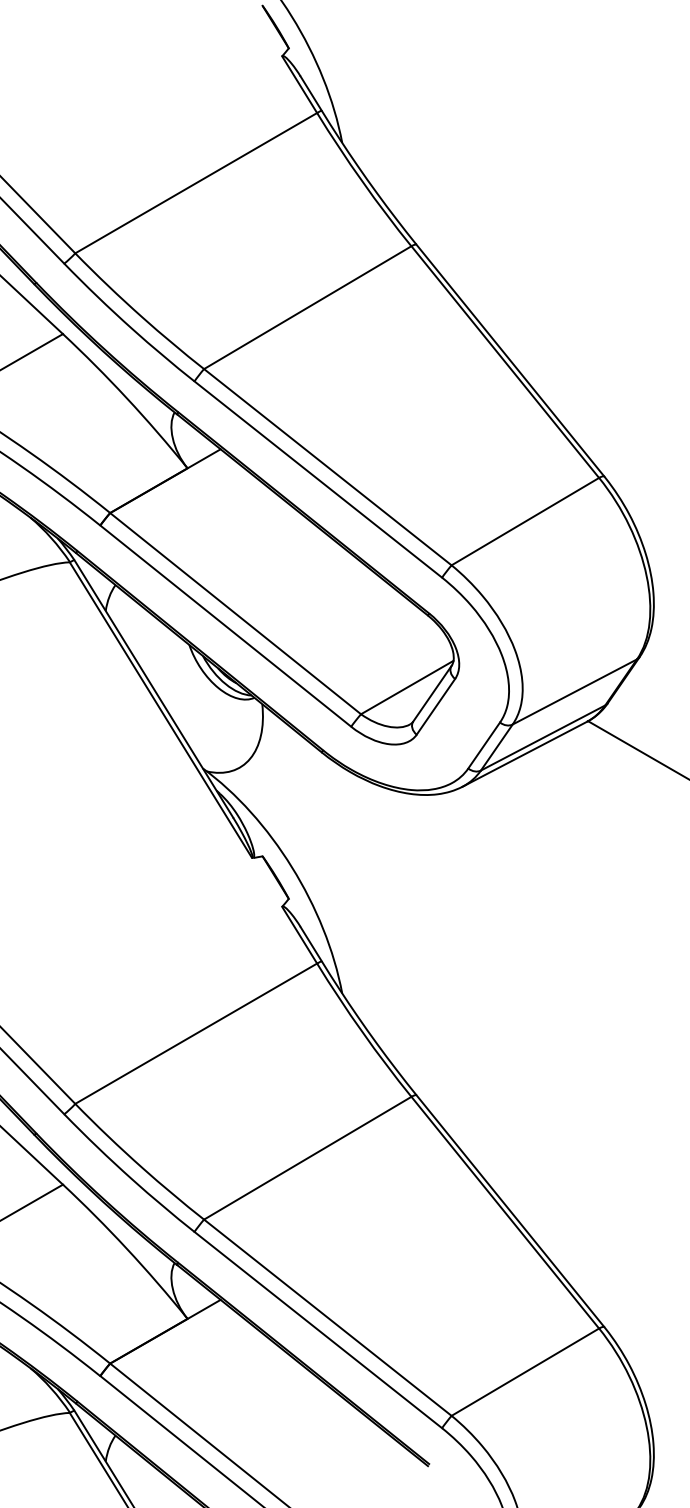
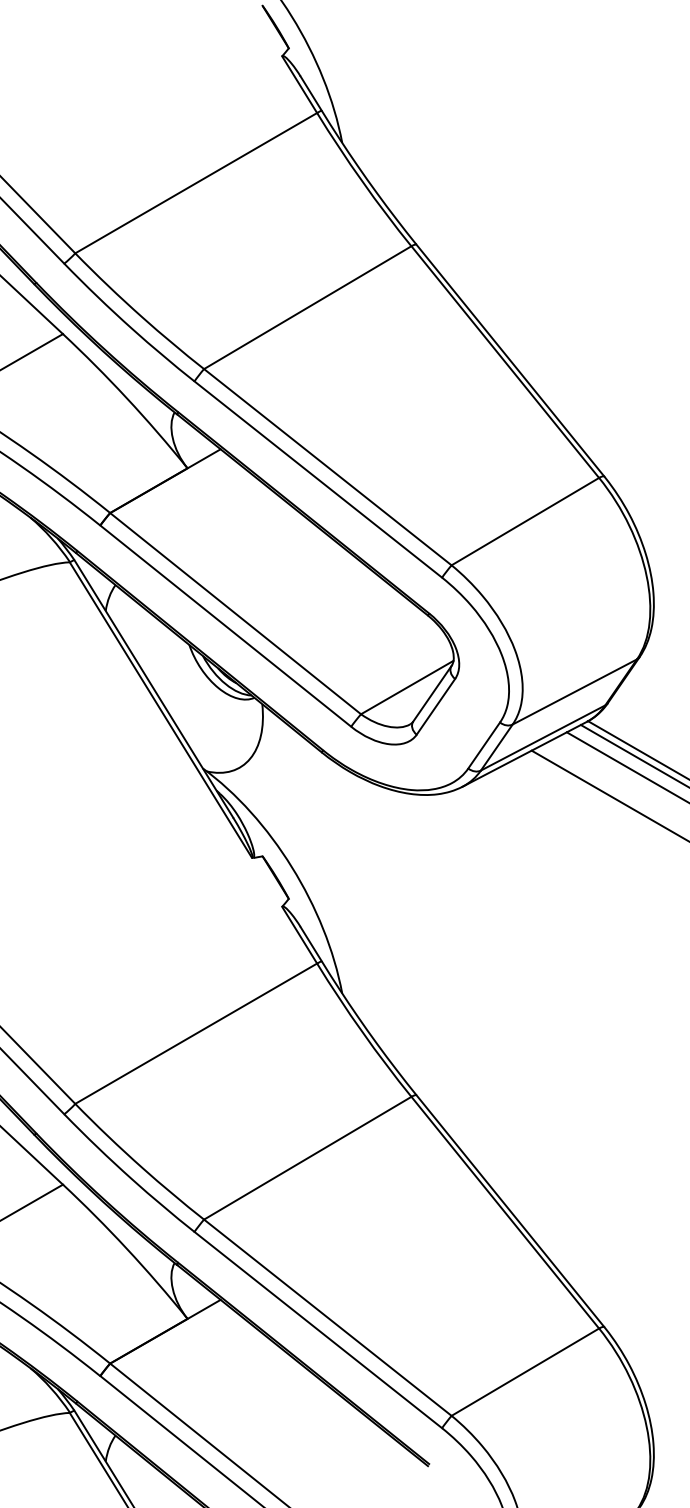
line at (633, 755): none -> present
line at (626, 766): none -> present
line at (608, 795): none -> present
